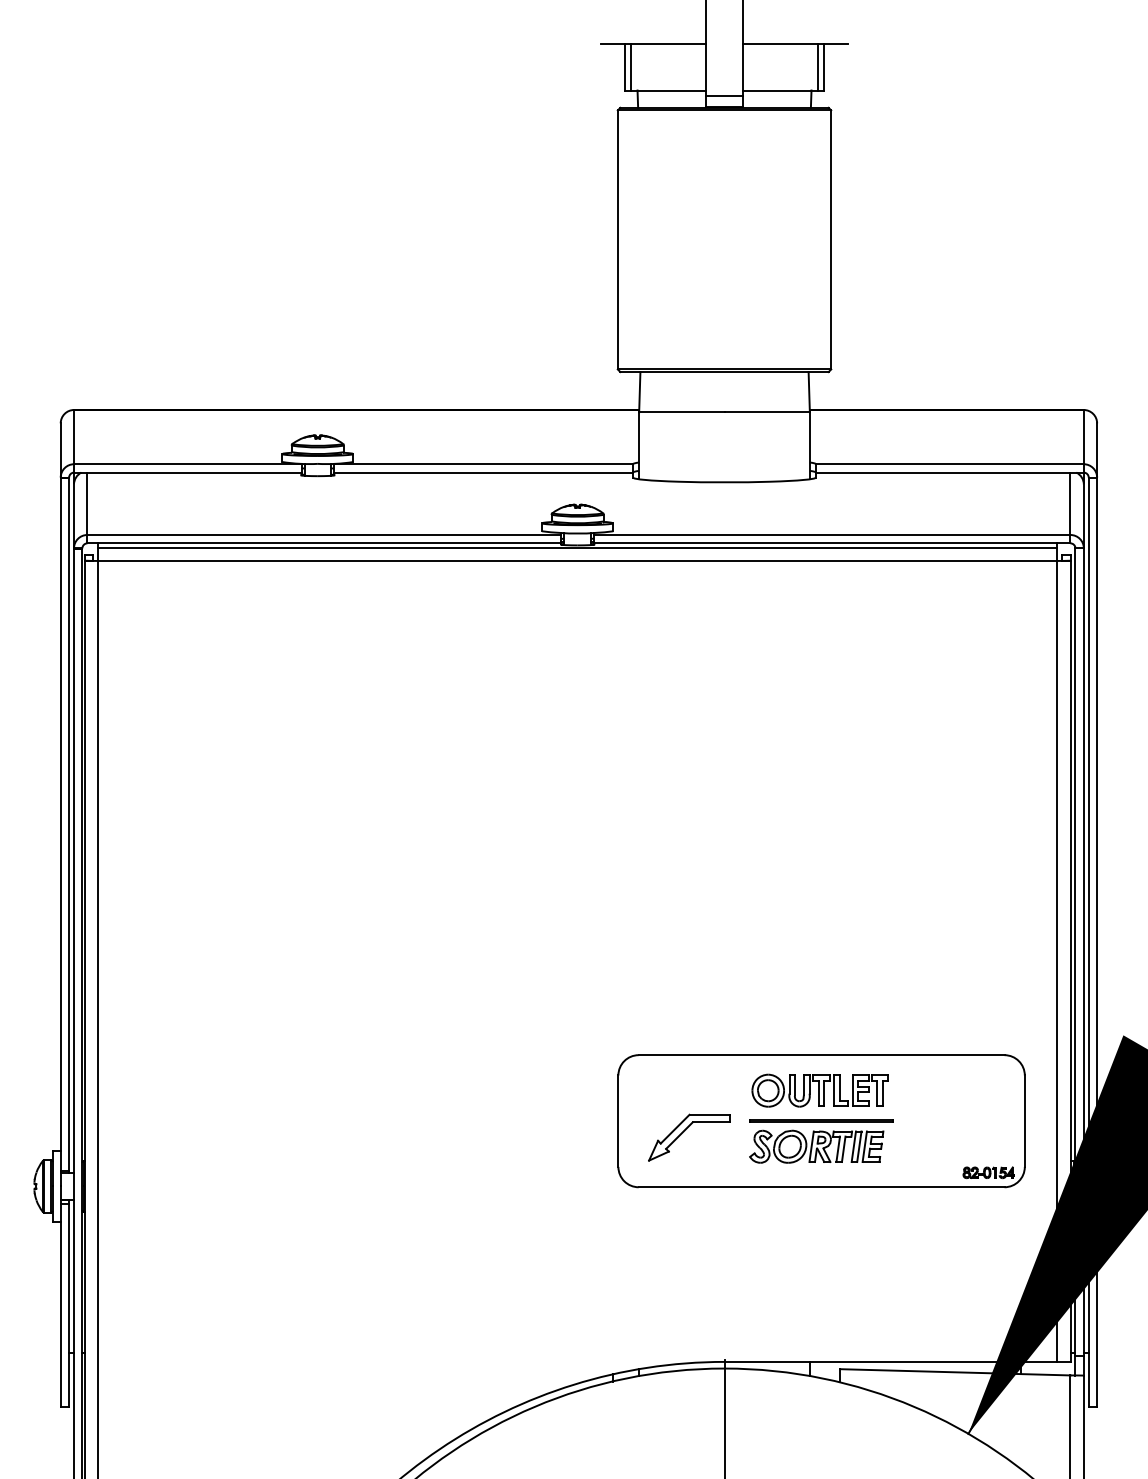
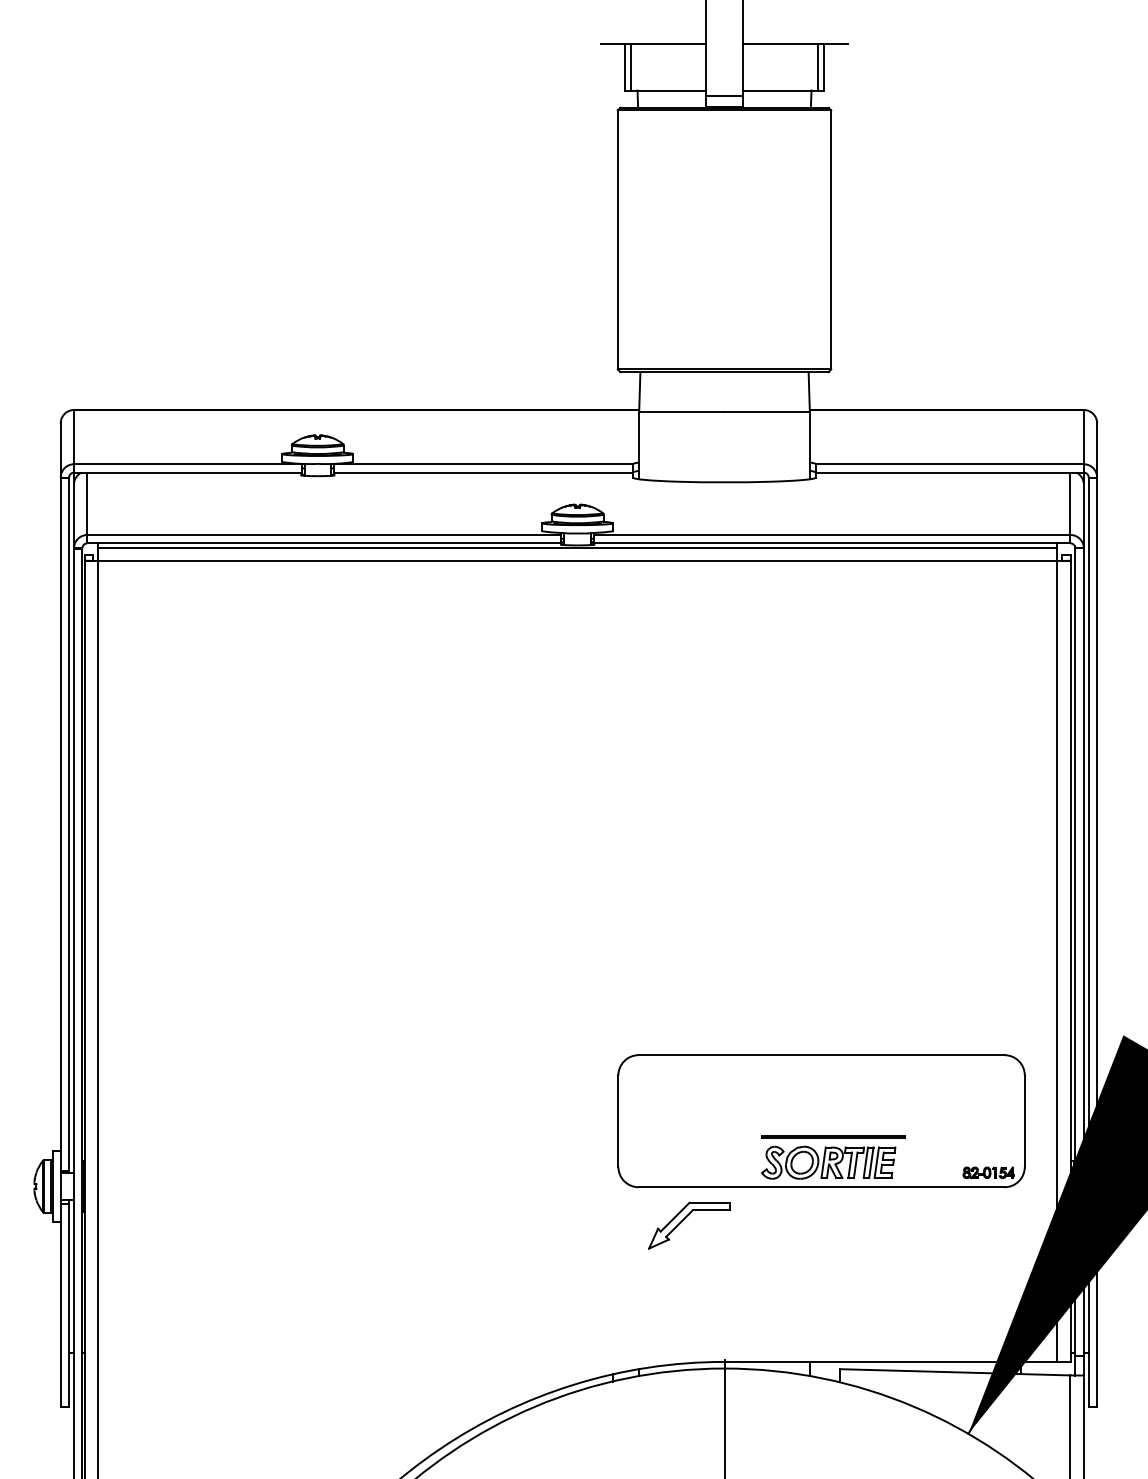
part at (819, 1090): present -> none
part at (684, 1131) position: (684, 1131) -> (684, 1219)
part at (821, 1141) position: (821, 1141) -> (833, 1157)
